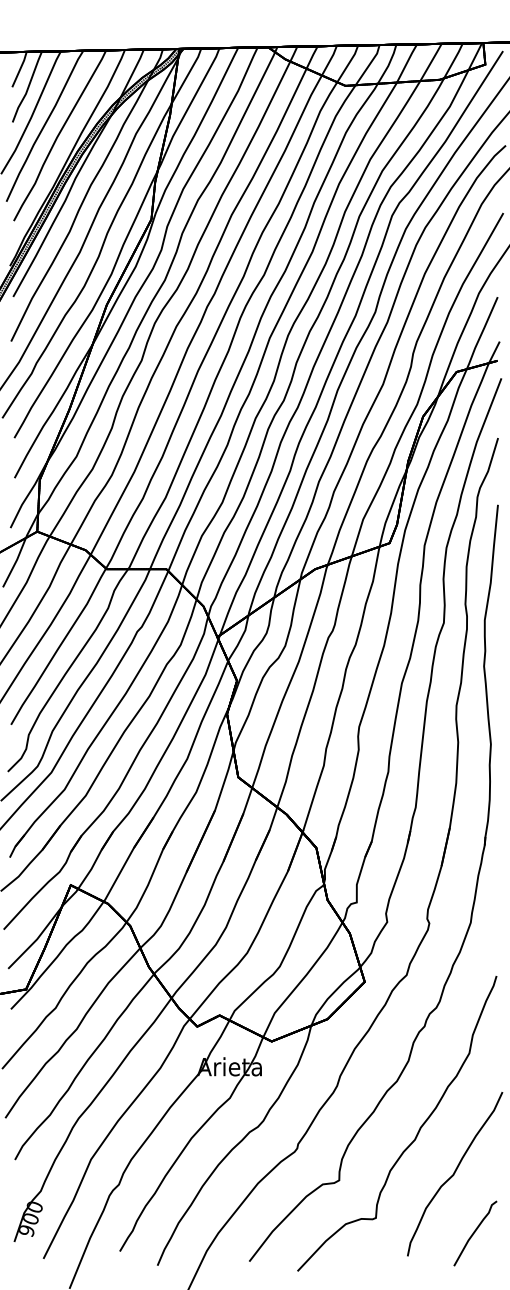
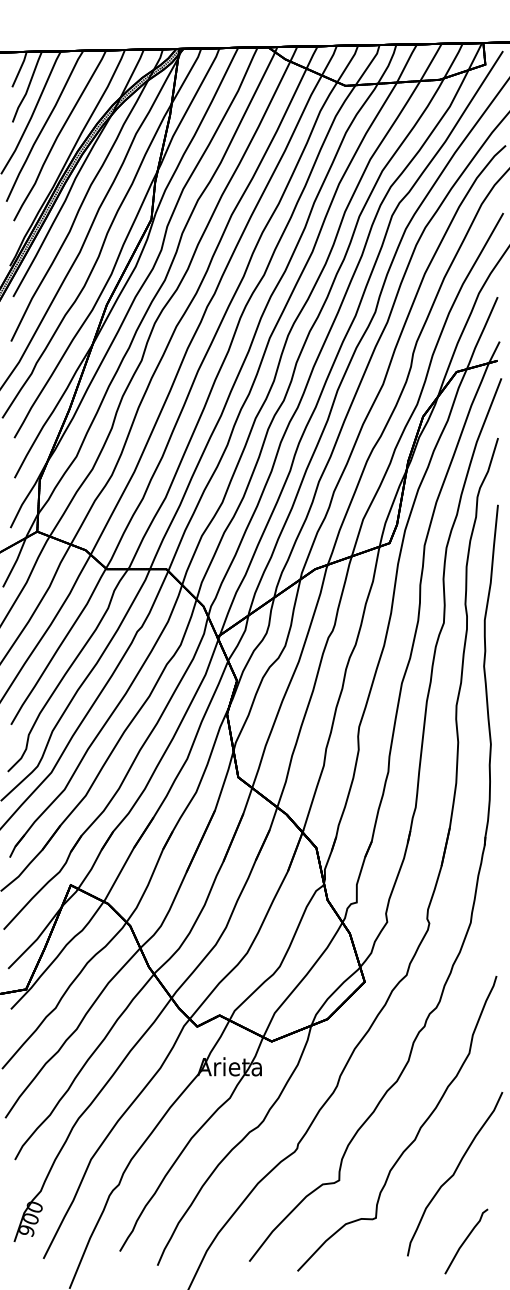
curve at (475, 1232) position: (475, 1232) -> (466, 1240)
